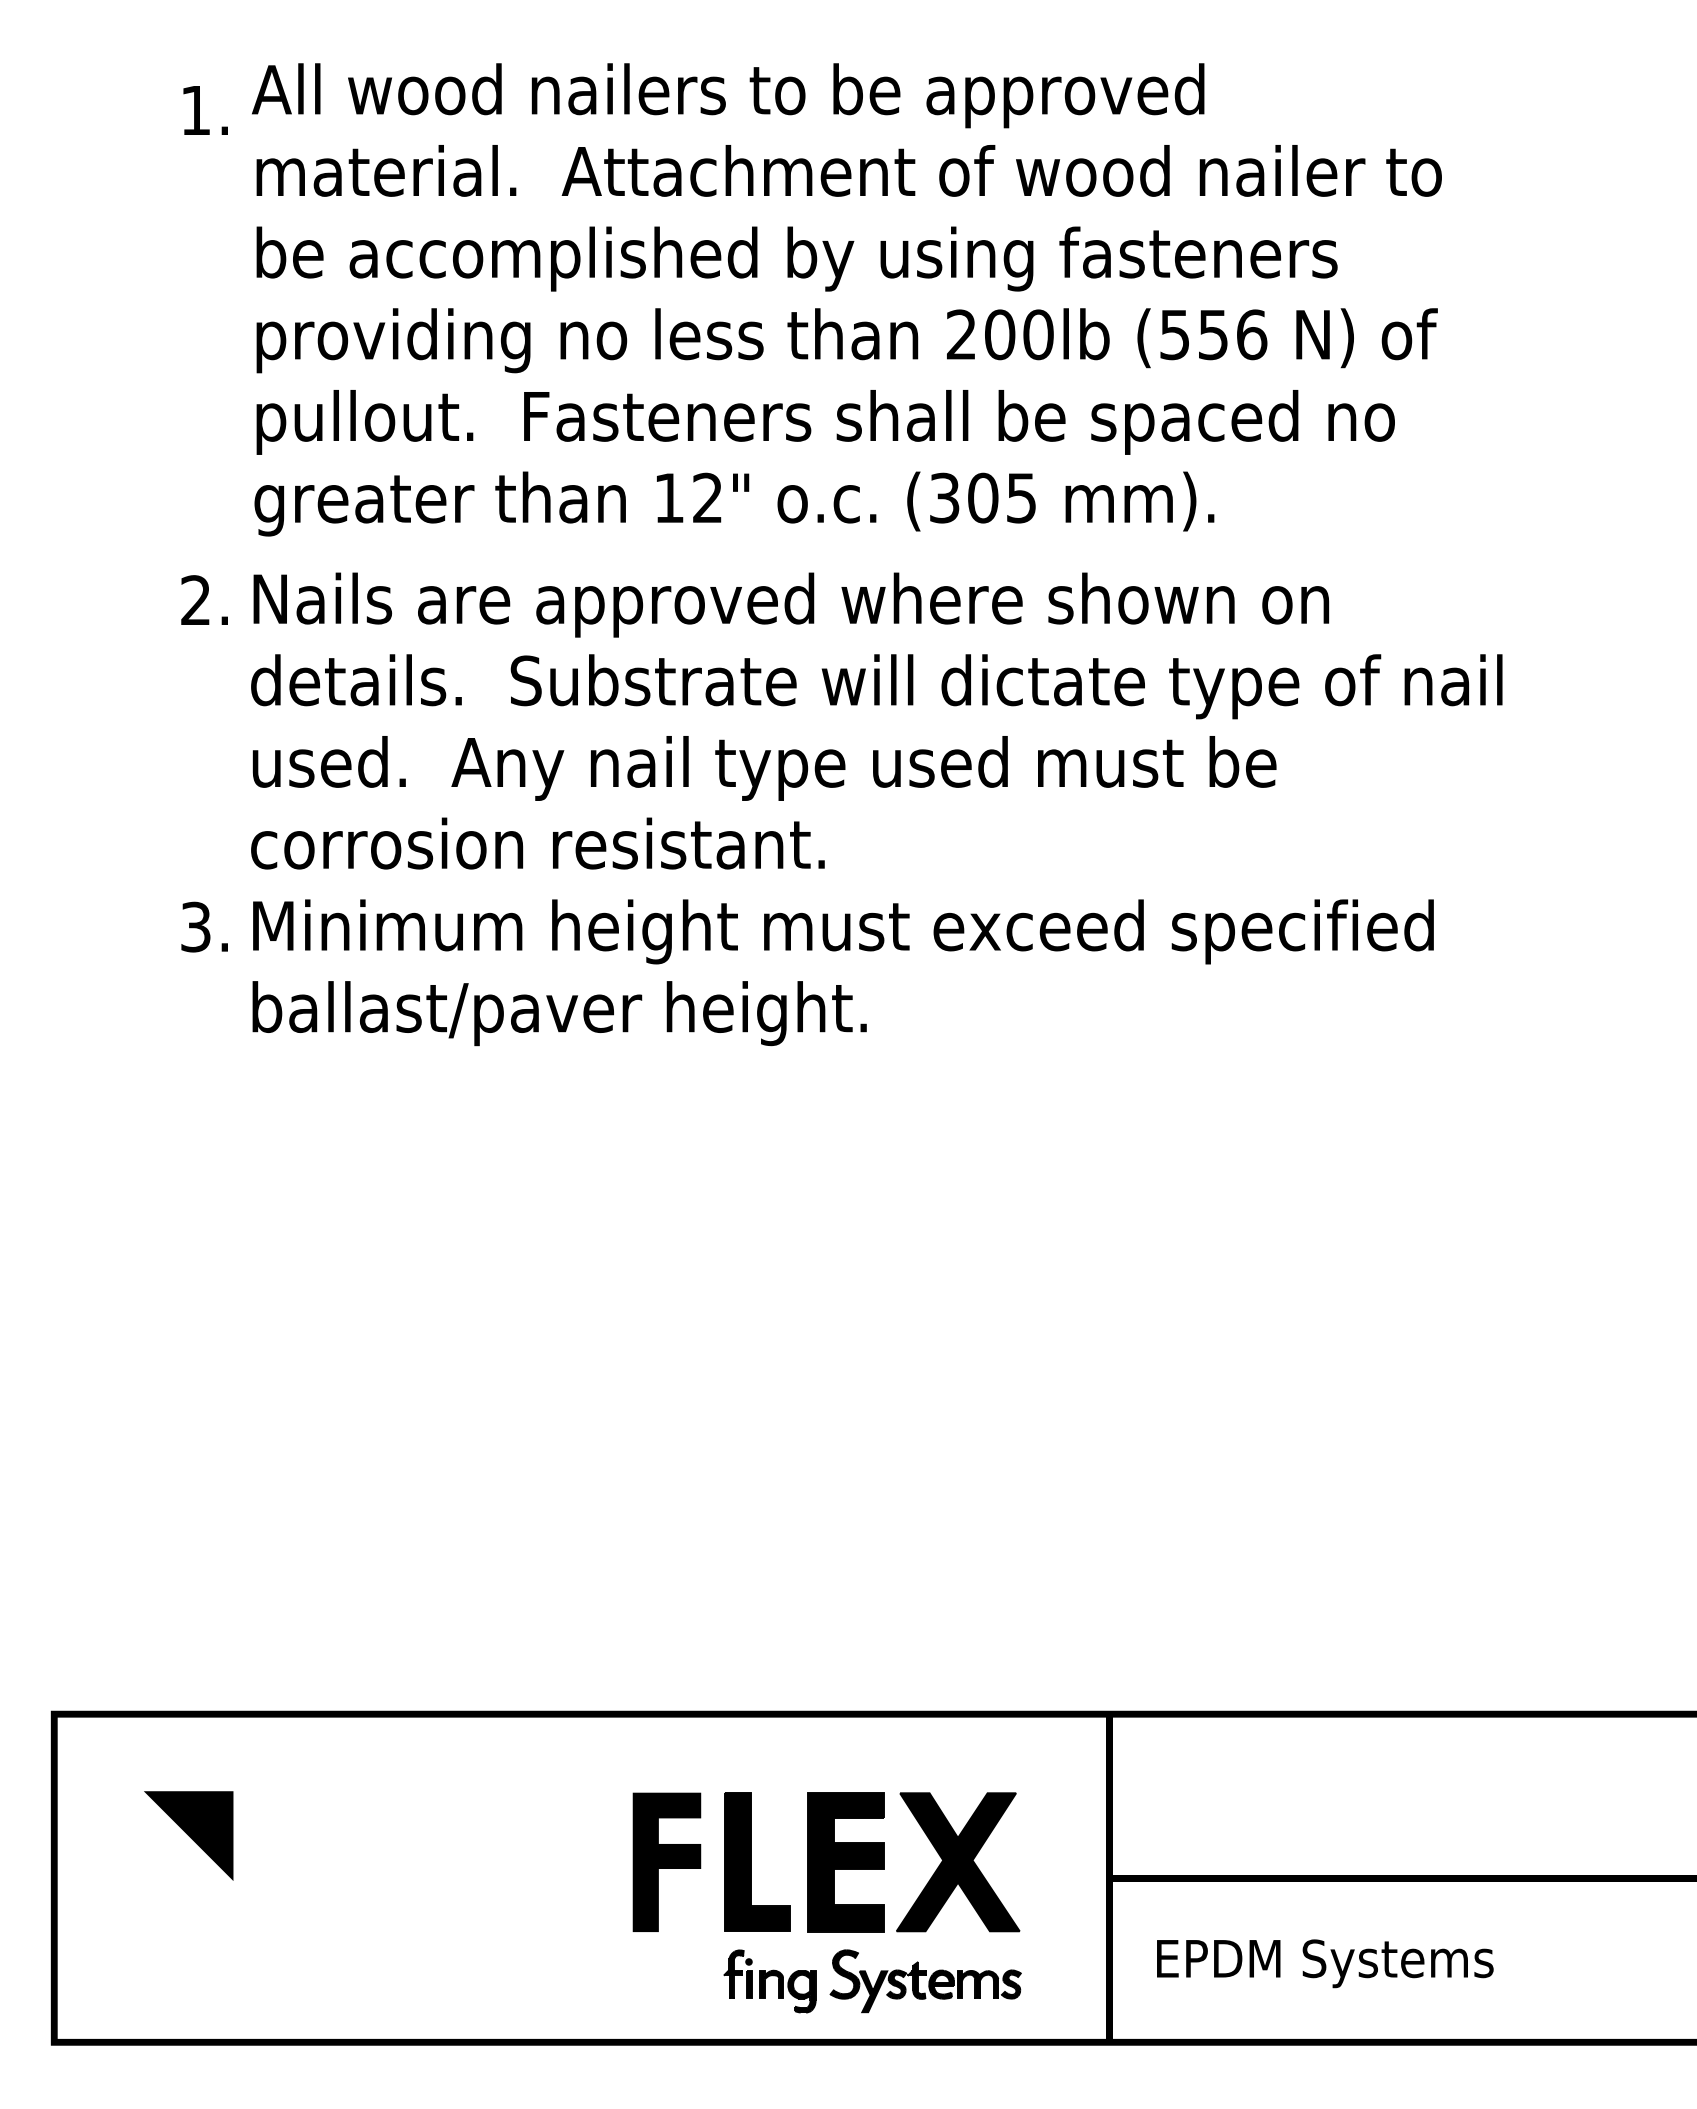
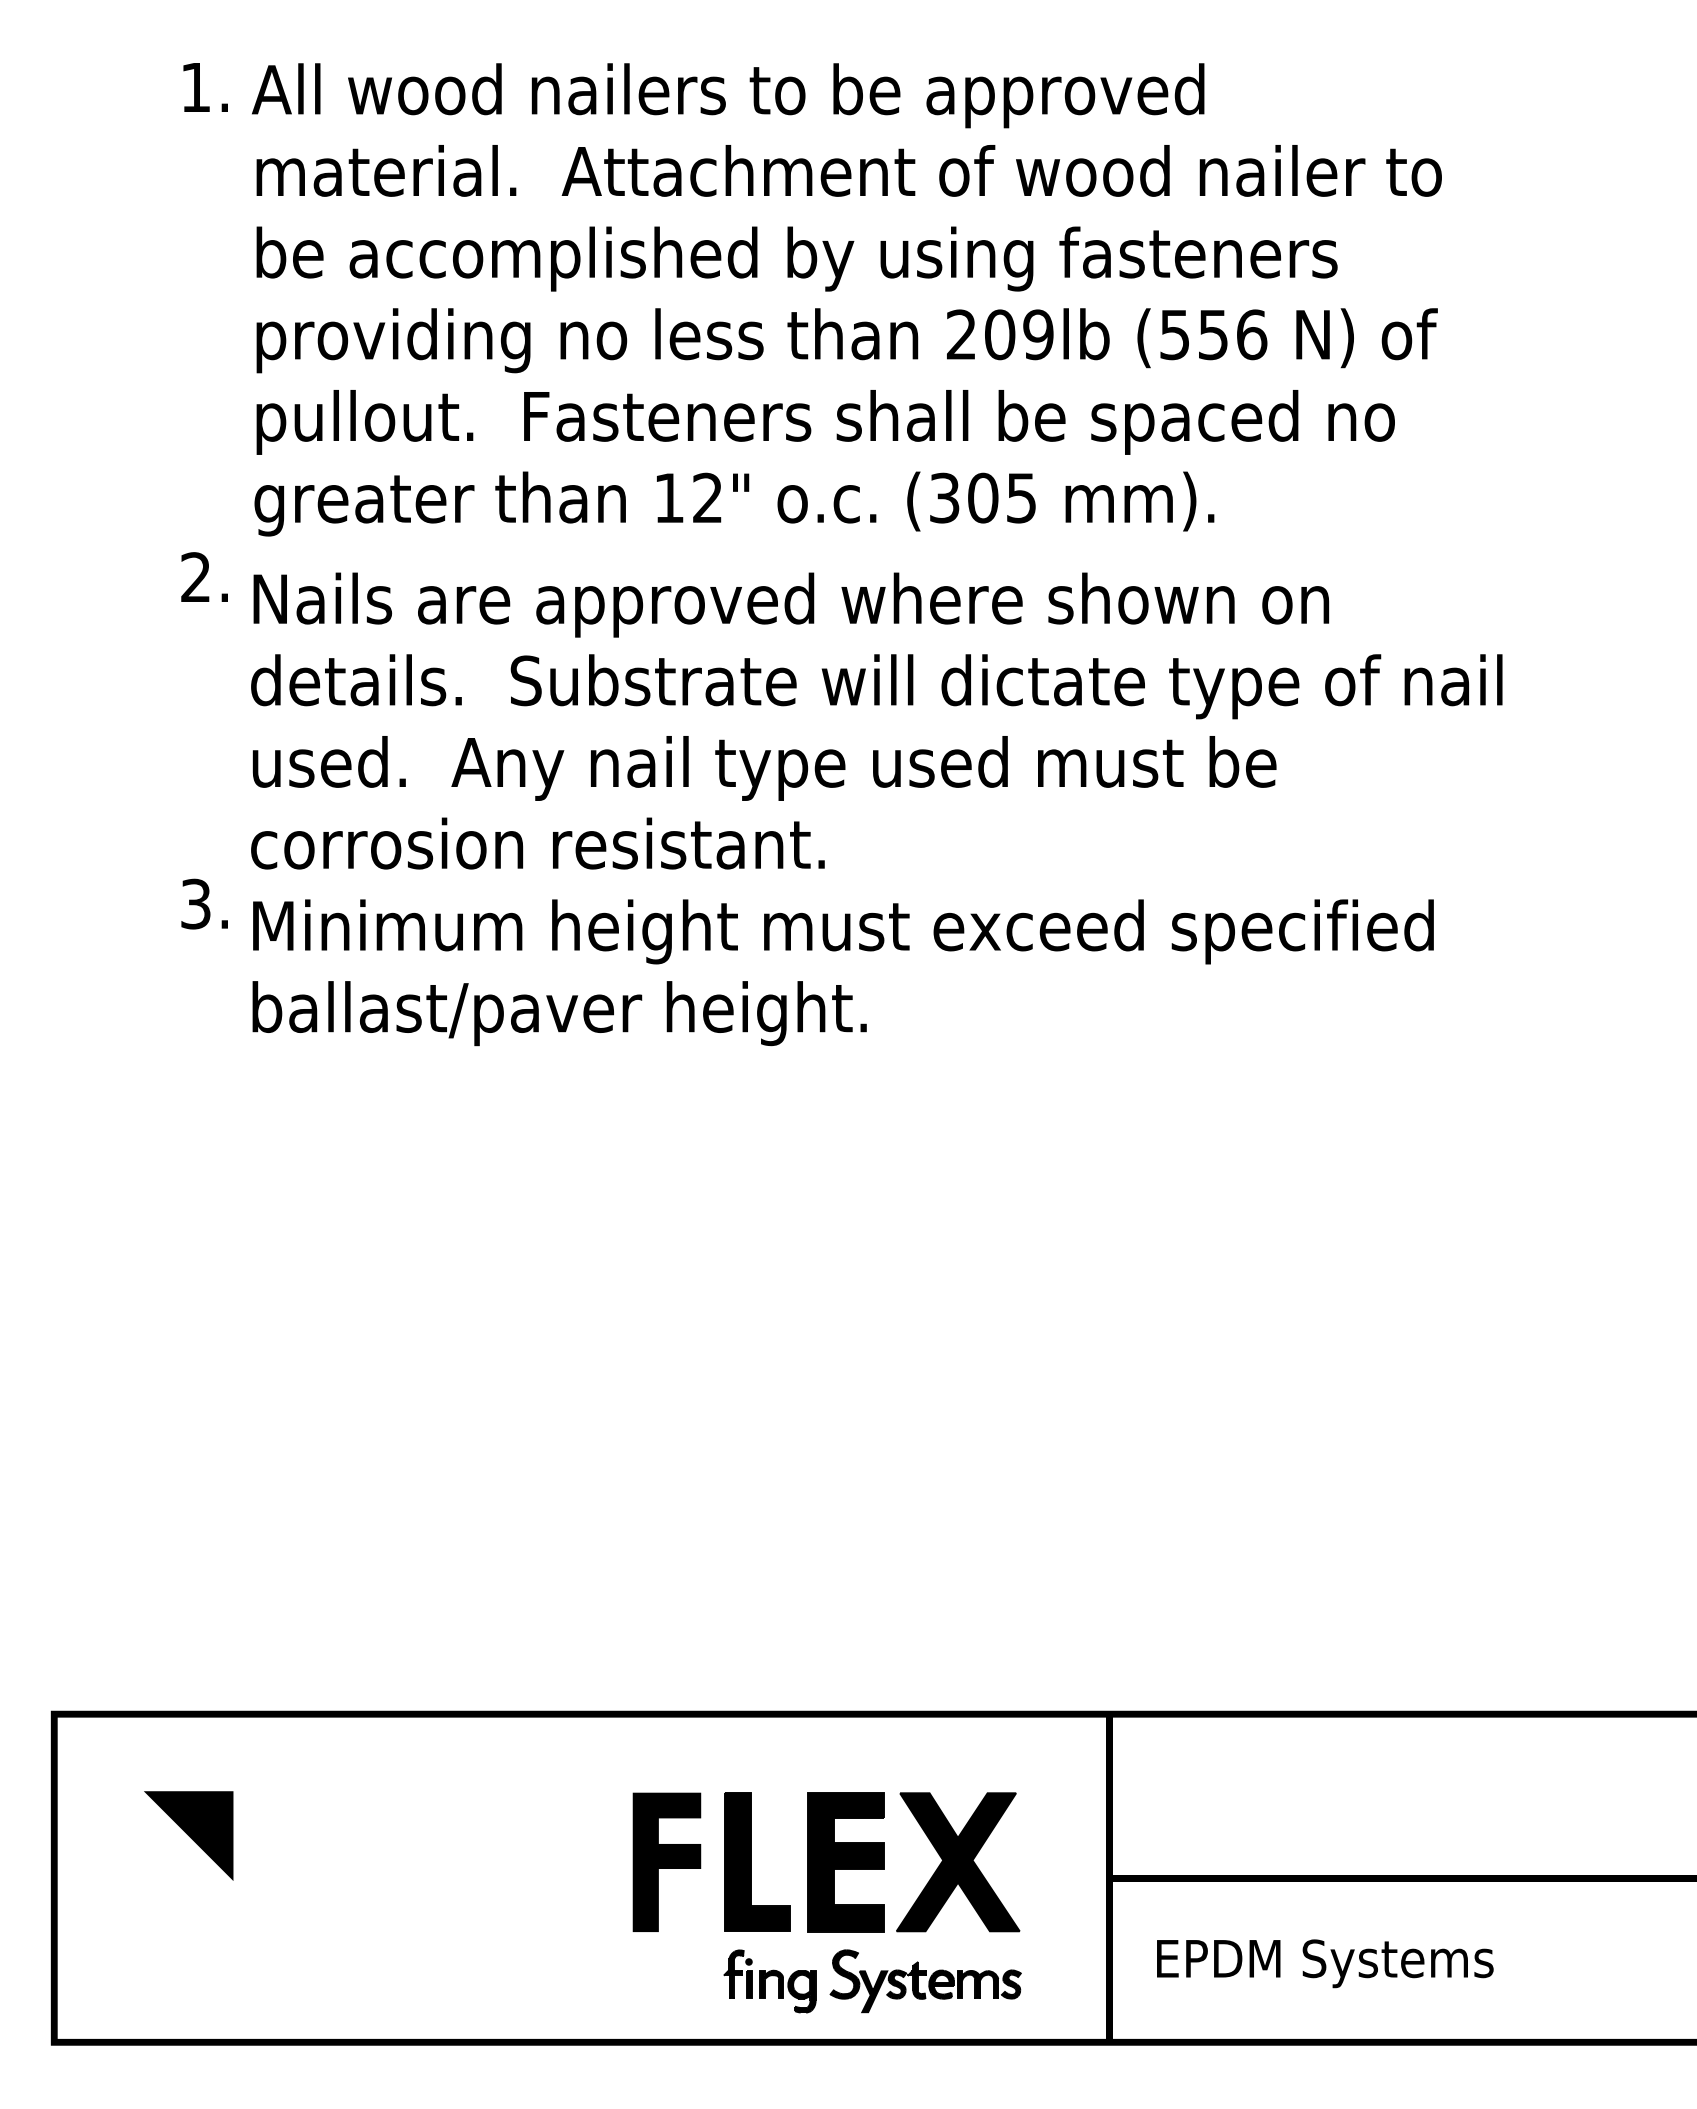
text at (1038, 334): 200lb -> 209lb
text at (204, 519) position: (204, 519) -> (204, 496)
